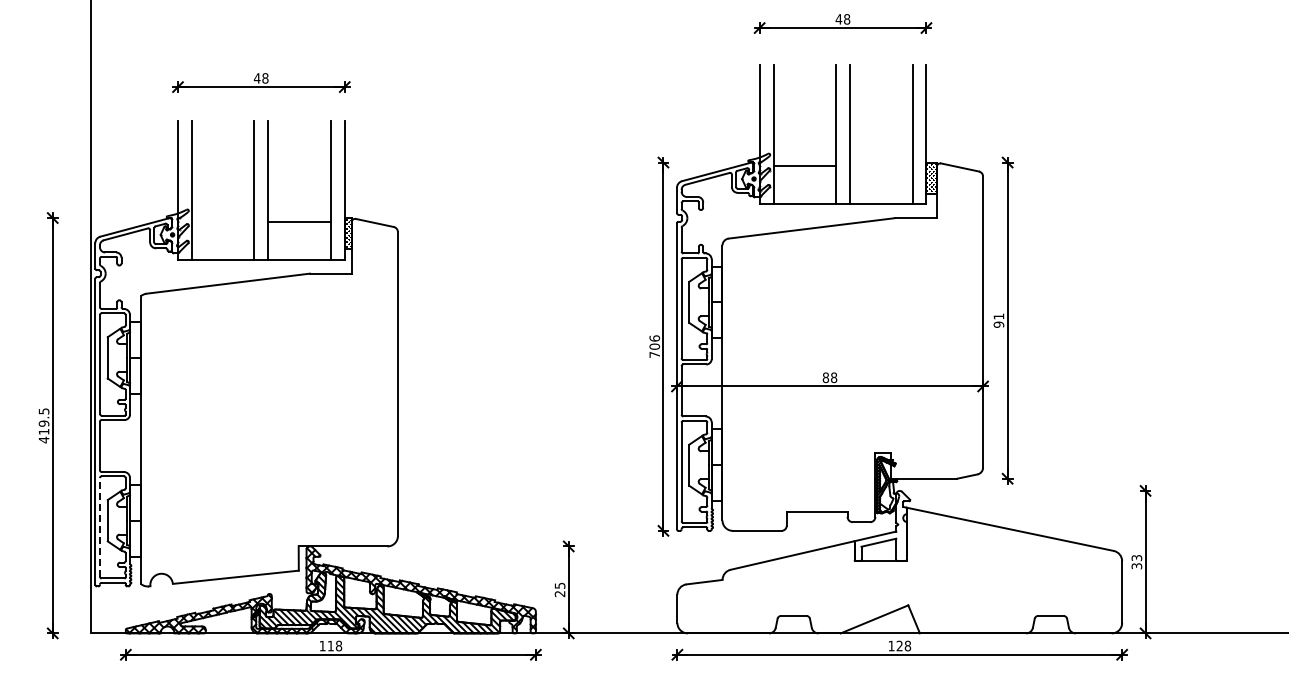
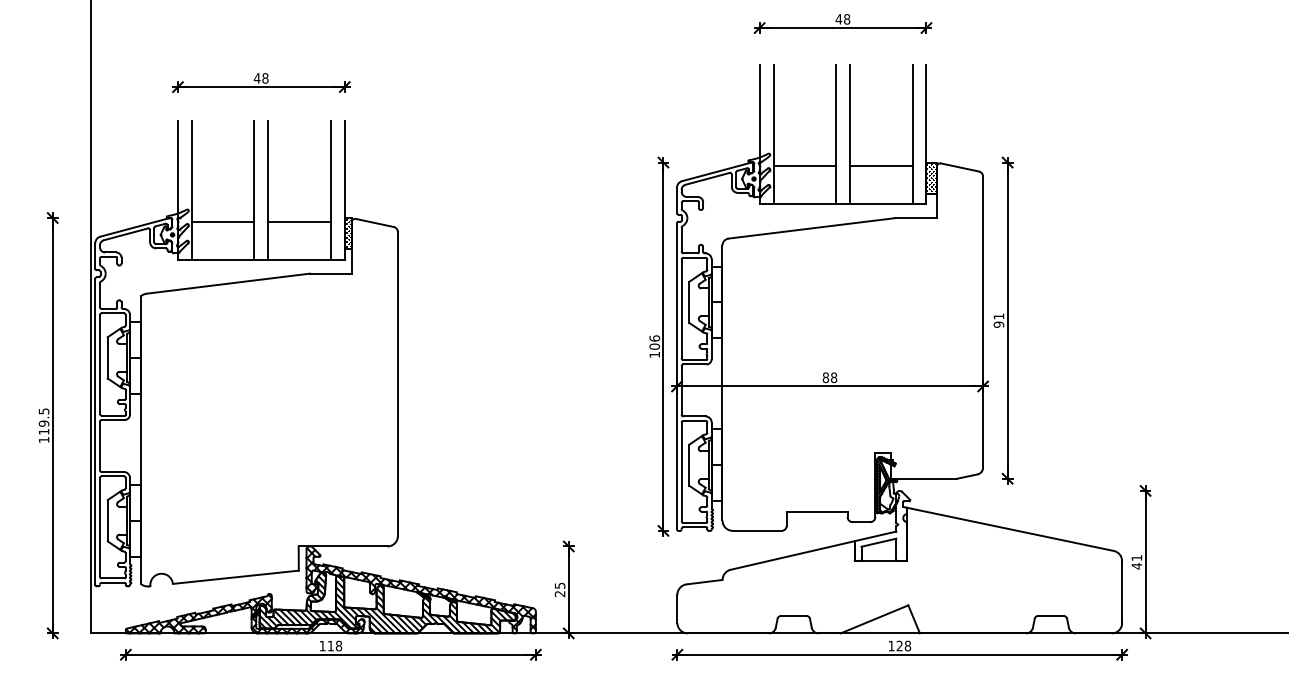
line at (881, 166): none -> present
line at (222, 221): none -> present
text at (654, 354): 706 -> 106
text at (43, 439): 419.5 -> 119.5
line at (99, 526): dashed -> solid
text at (1136, 562): 33 -> 41
